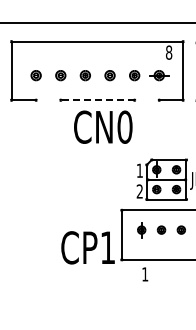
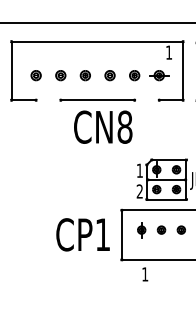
text at (169, 52): 8 -> 1
line at (97, 100): dashed -> solid
text at (124, 126): CN0 -> CN8
text at (87, 247) position: (87, 247) -> (82, 234)
